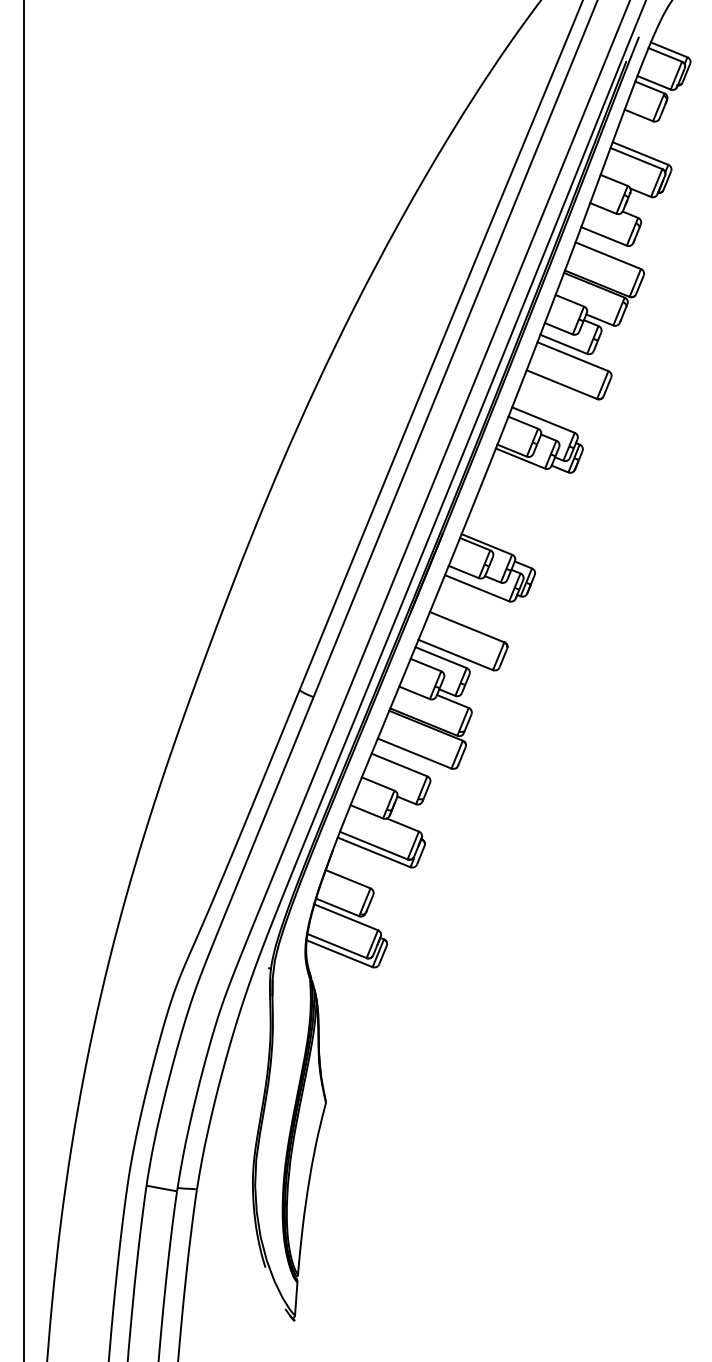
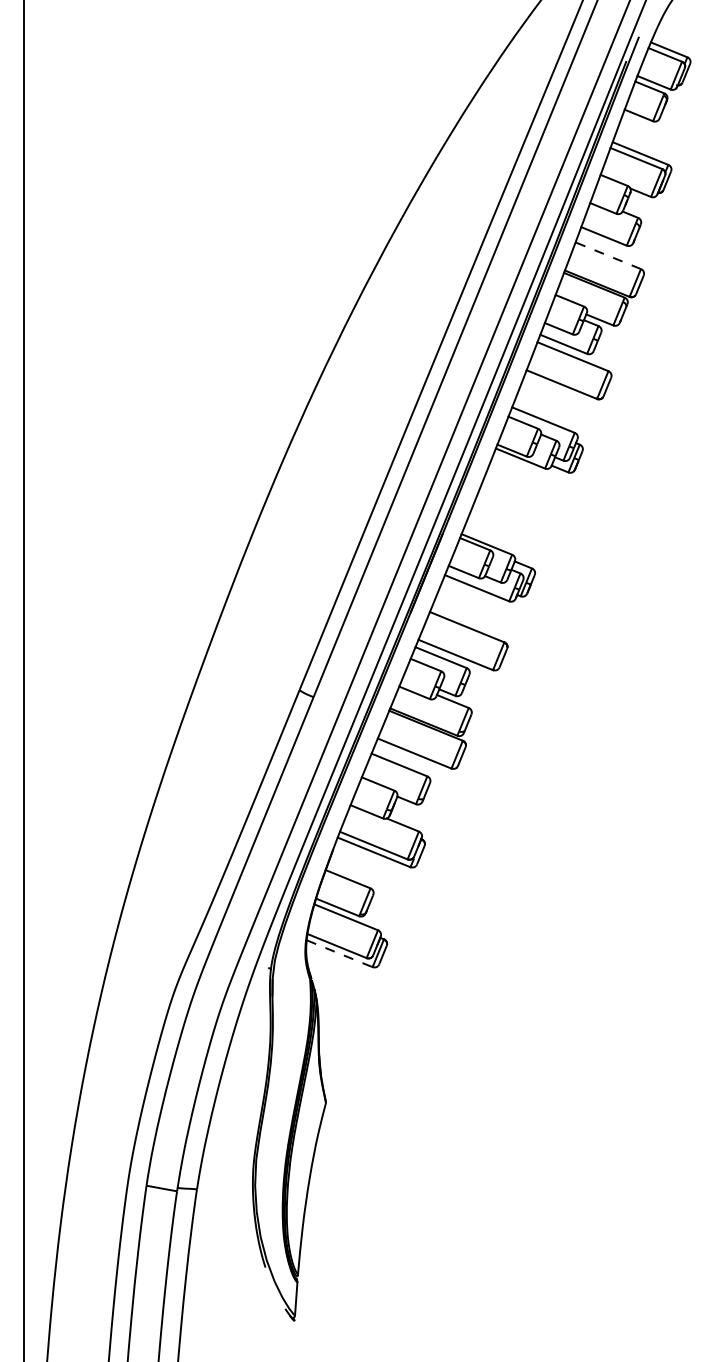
line at (607, 255): solid -> dashed
line at (339, 953): solid -> dashed
